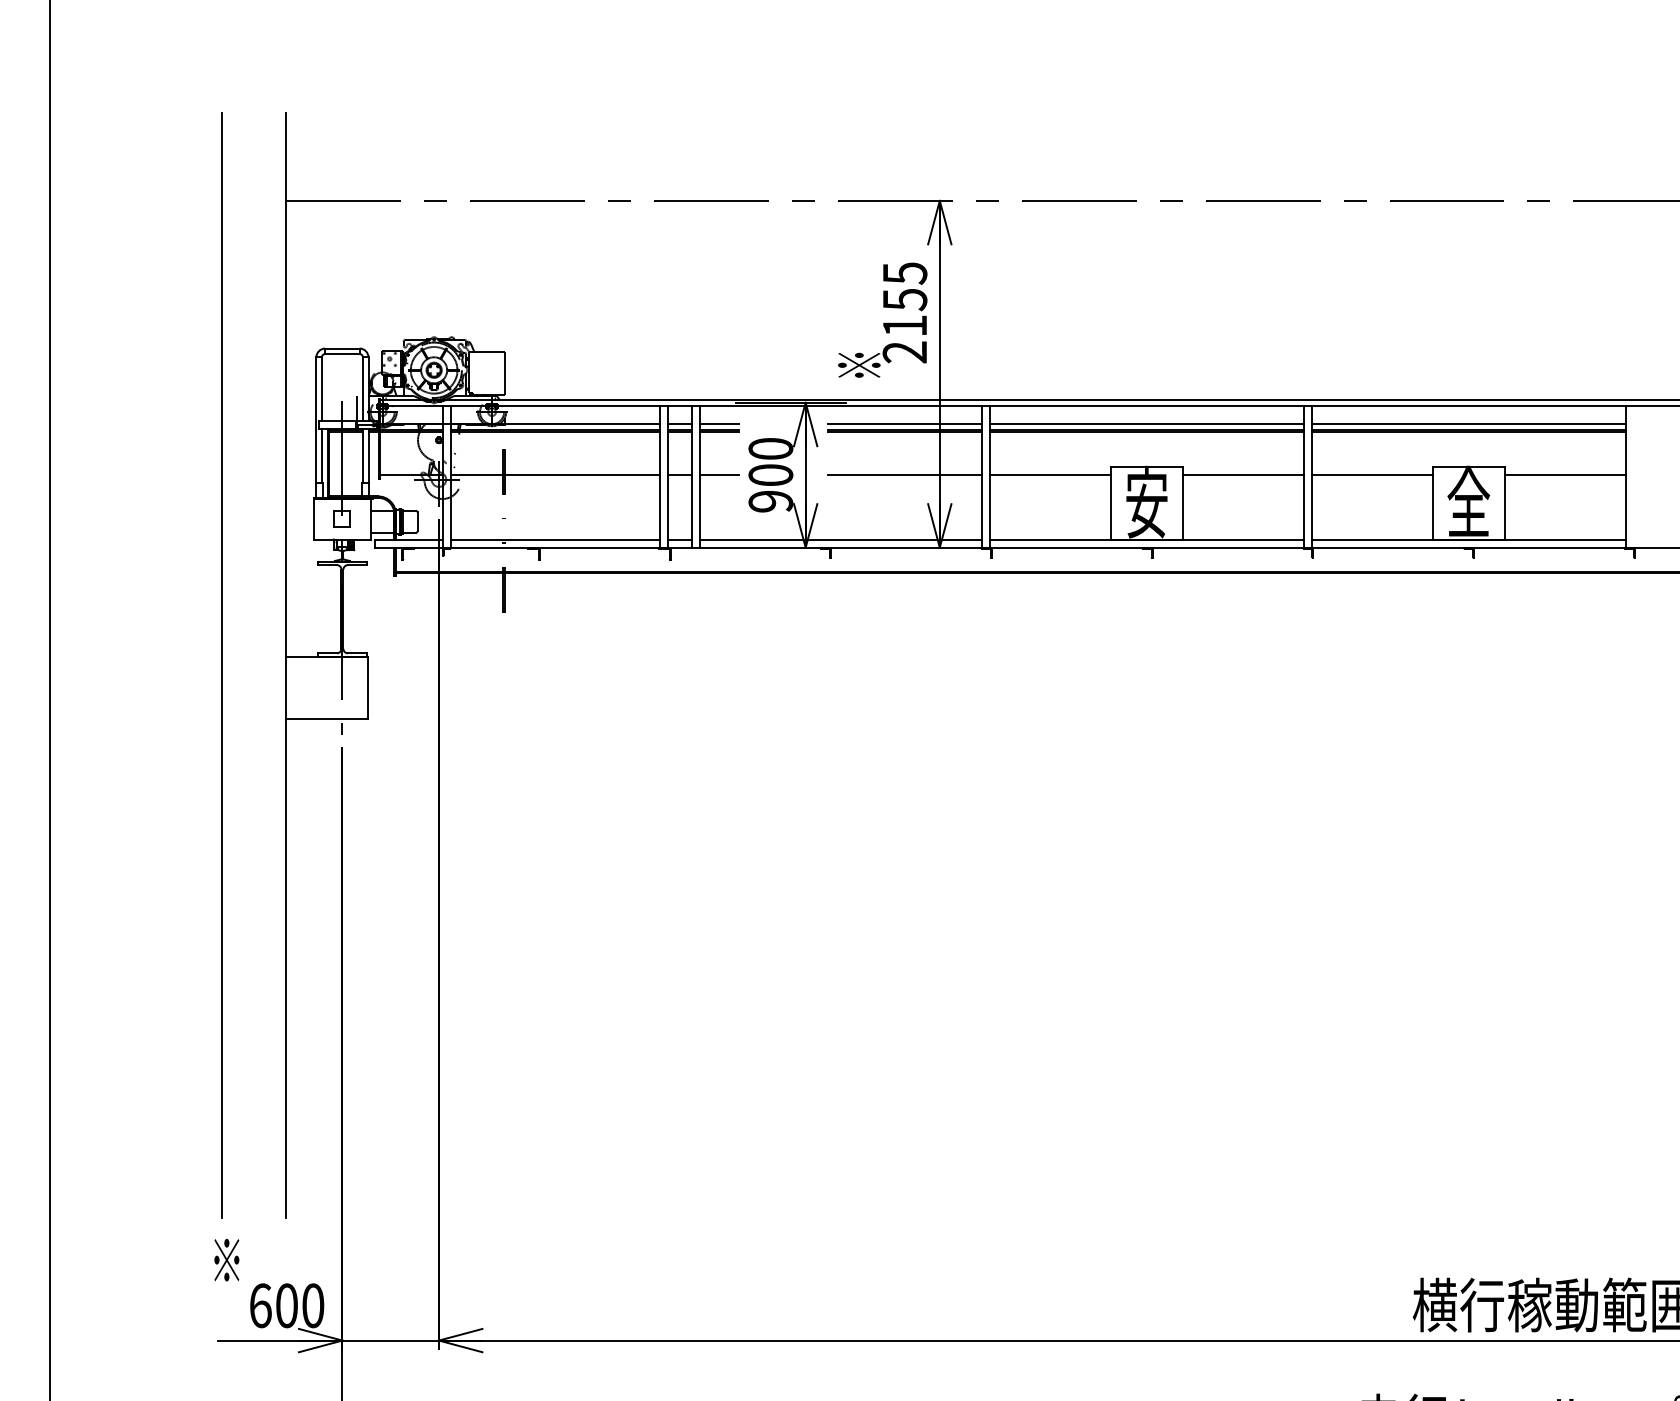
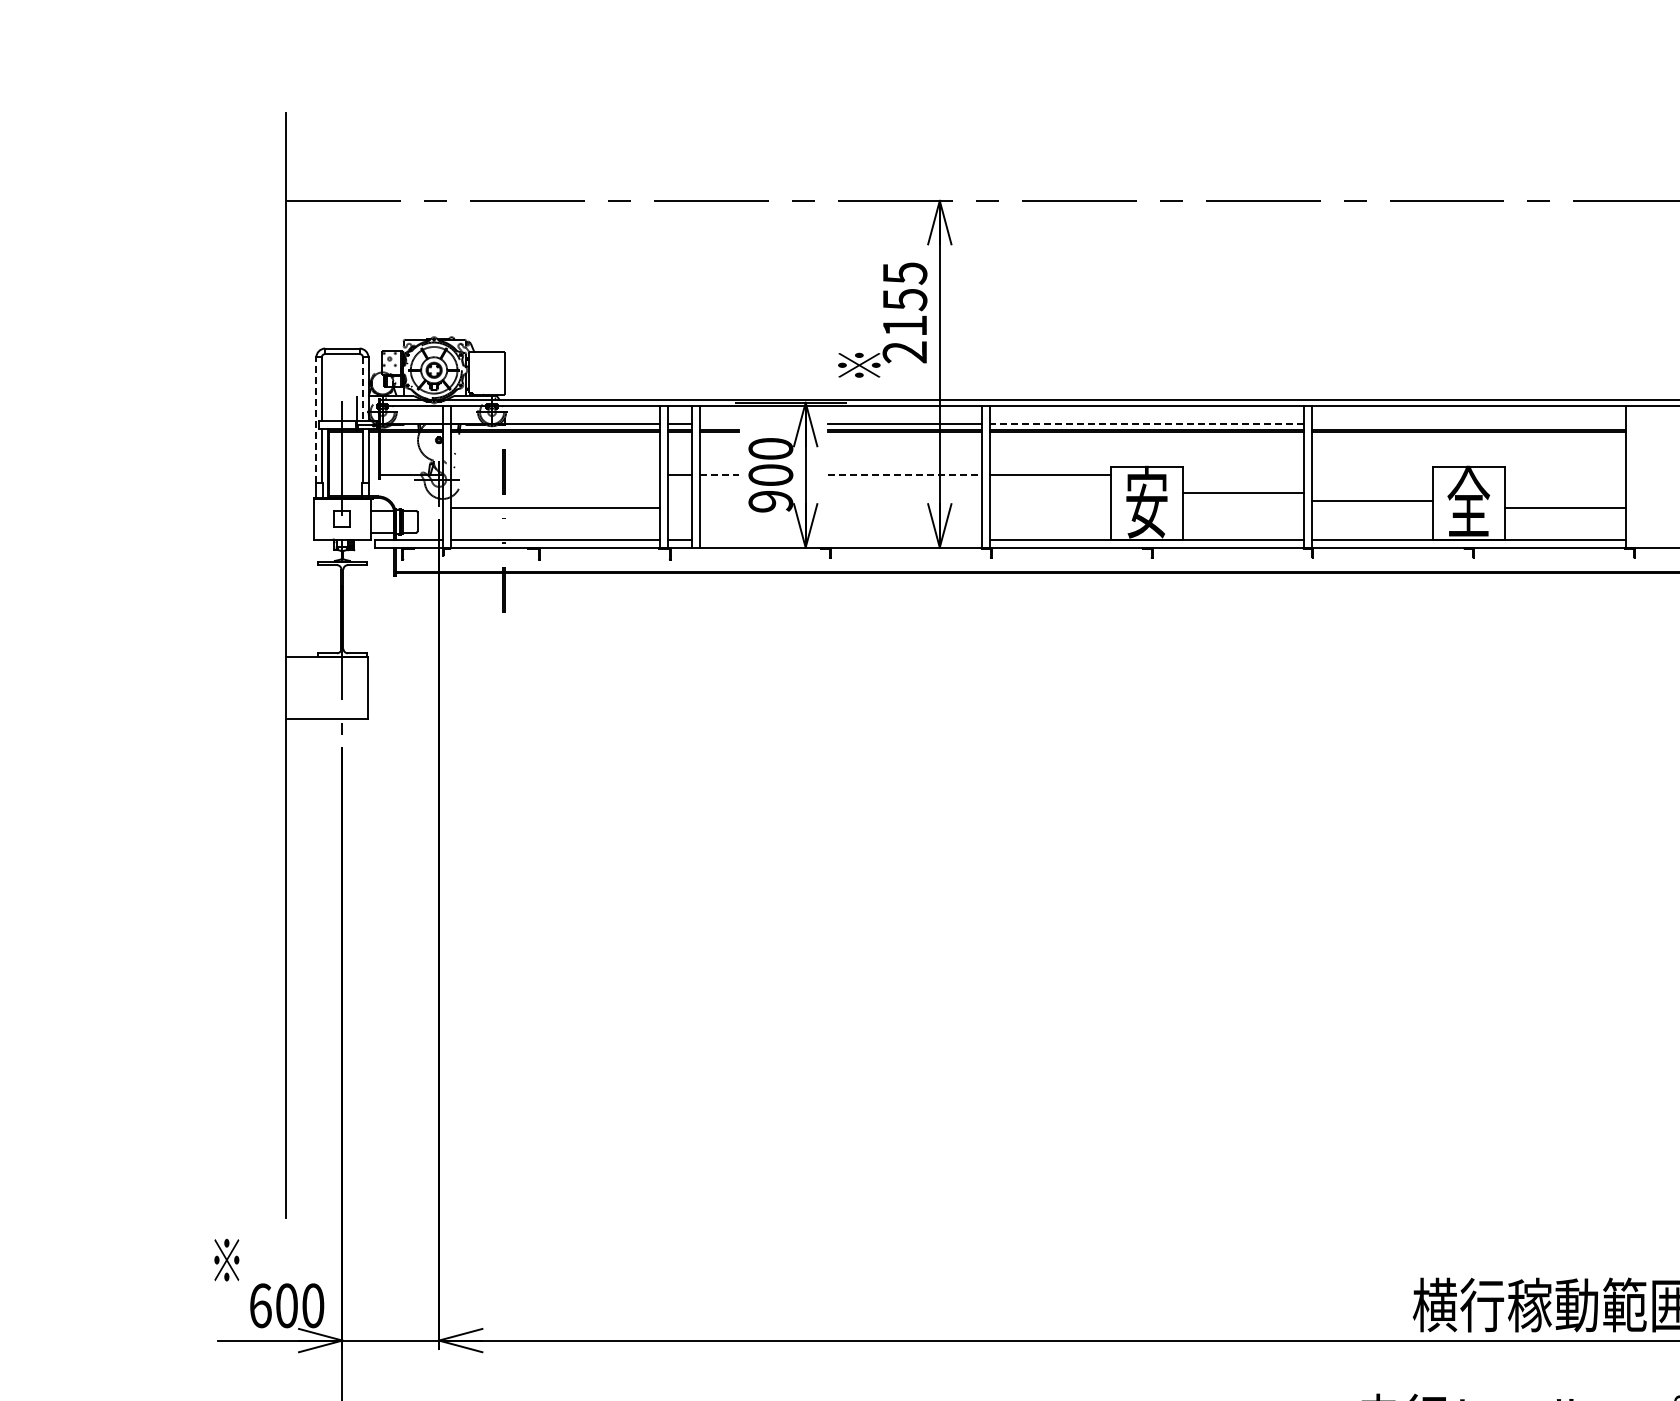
line at (363, 389): solid -> dashed
line at (316, 420): solid -> dashed
line at (719, 424): present -> none
line at (1146, 424): solid -> dashed
line at (1468, 424): present -> none
line at (555, 475) position: (555, 475) -> (555, 508)
line at (720, 475): solid -> dashed
line at (905, 475): solid -> dashed
line at (1243, 475) position: (1243, 475) -> (1243, 493)
line at (1371, 475) position: (1371, 475) -> (1371, 501)
line at (1564, 475) position: (1564, 475) -> (1564, 508)
line at (840, 539): present -> none
line at (221, 665): present -> none
line at (50, 699): present -> none
